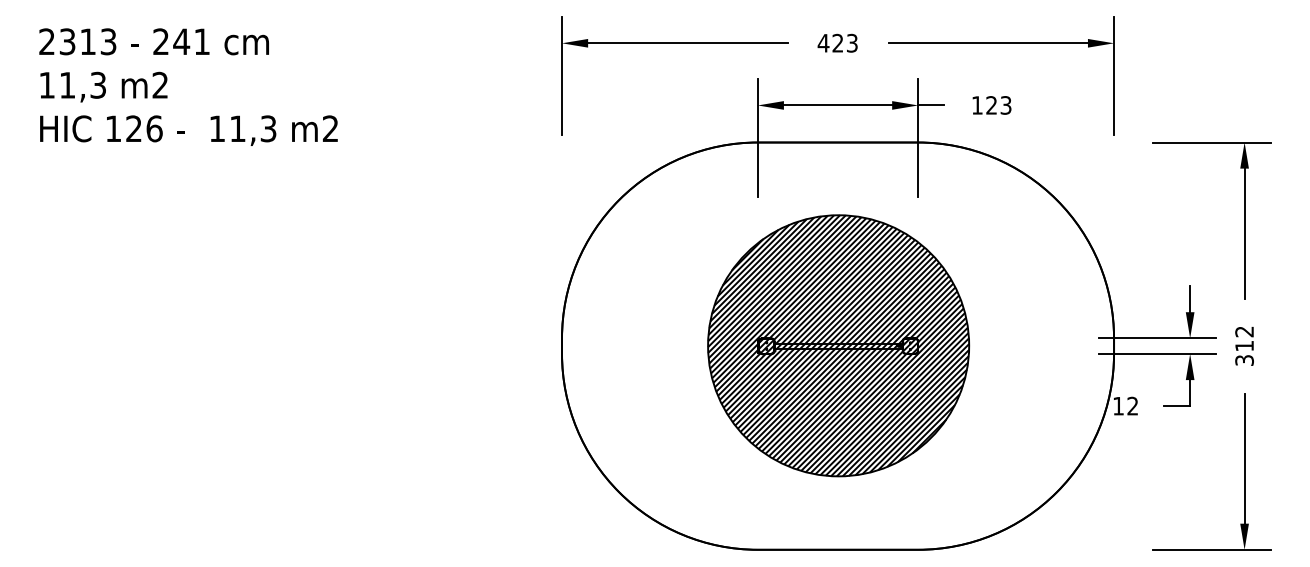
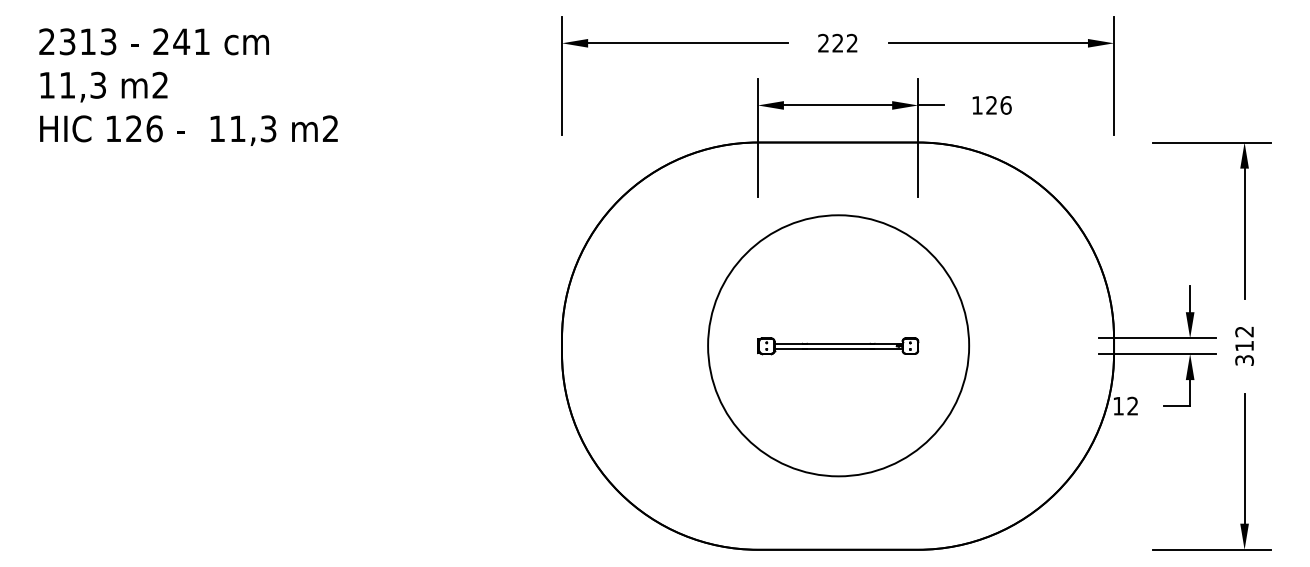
text at (837, 42): 423 -> 222
text at (1005, 105): 123 -> 126
hatch at (838, 345): present -> none
